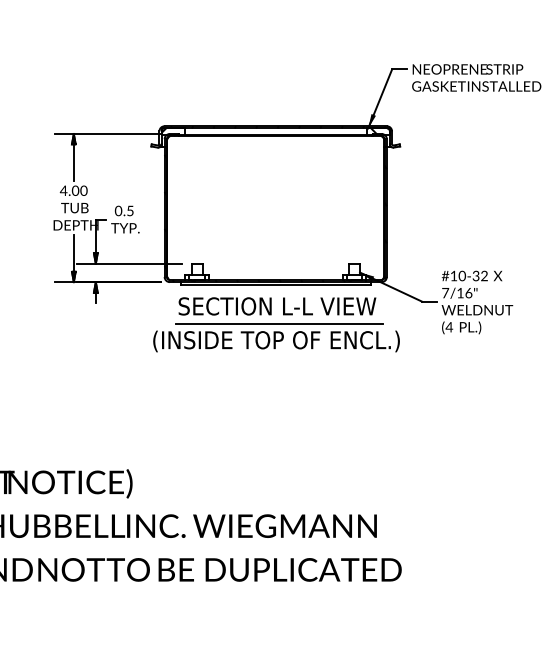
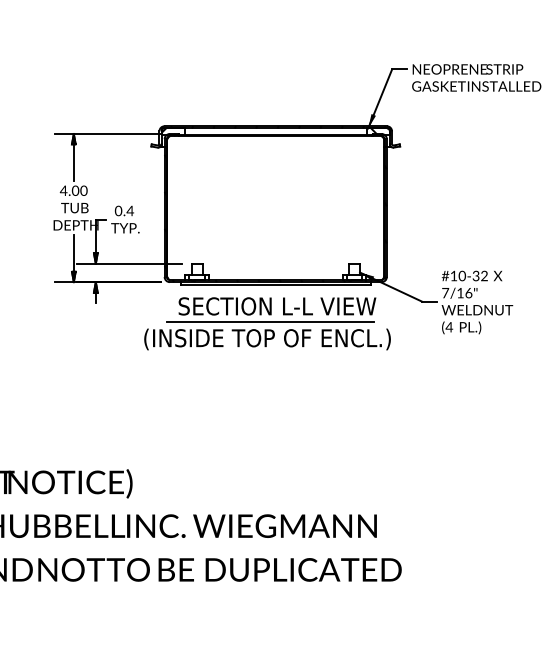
text at (130, 210): 0.5 -> 0.4
part at (276, 337) position: (276, 337) -> (267, 335)
